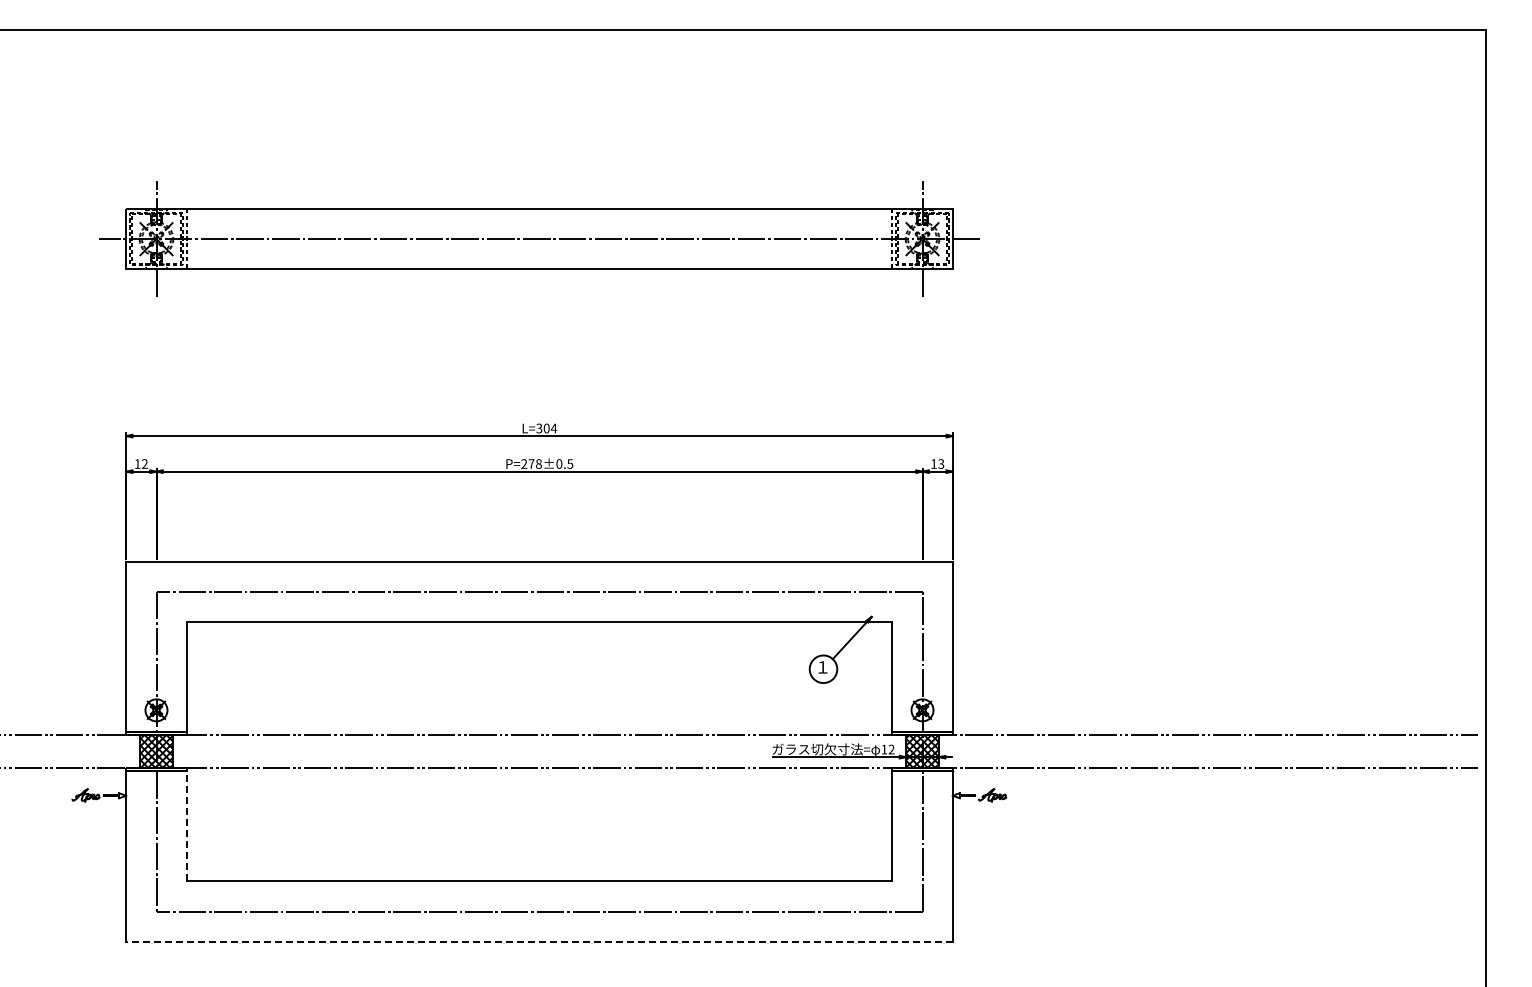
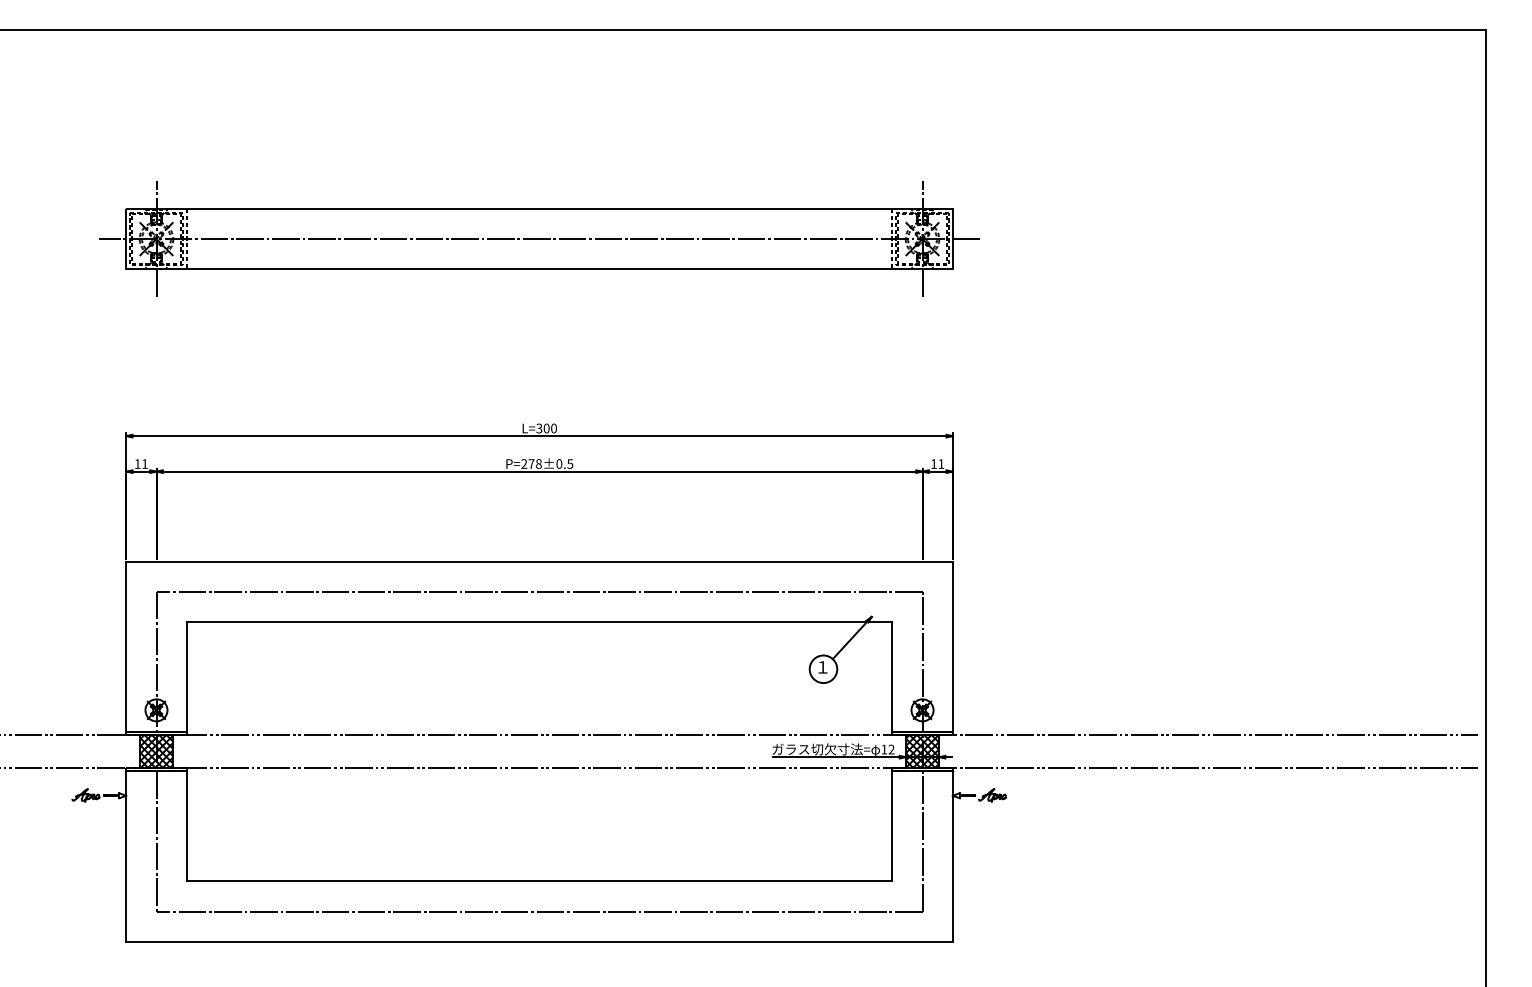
text at (553, 428): L=304 -> L=300
text at (144, 463): 12 -> 11
text at (941, 463): 13 -> 11
line at (186, 825): dashed -> solid
line at (539, 941): dashed -> solid
